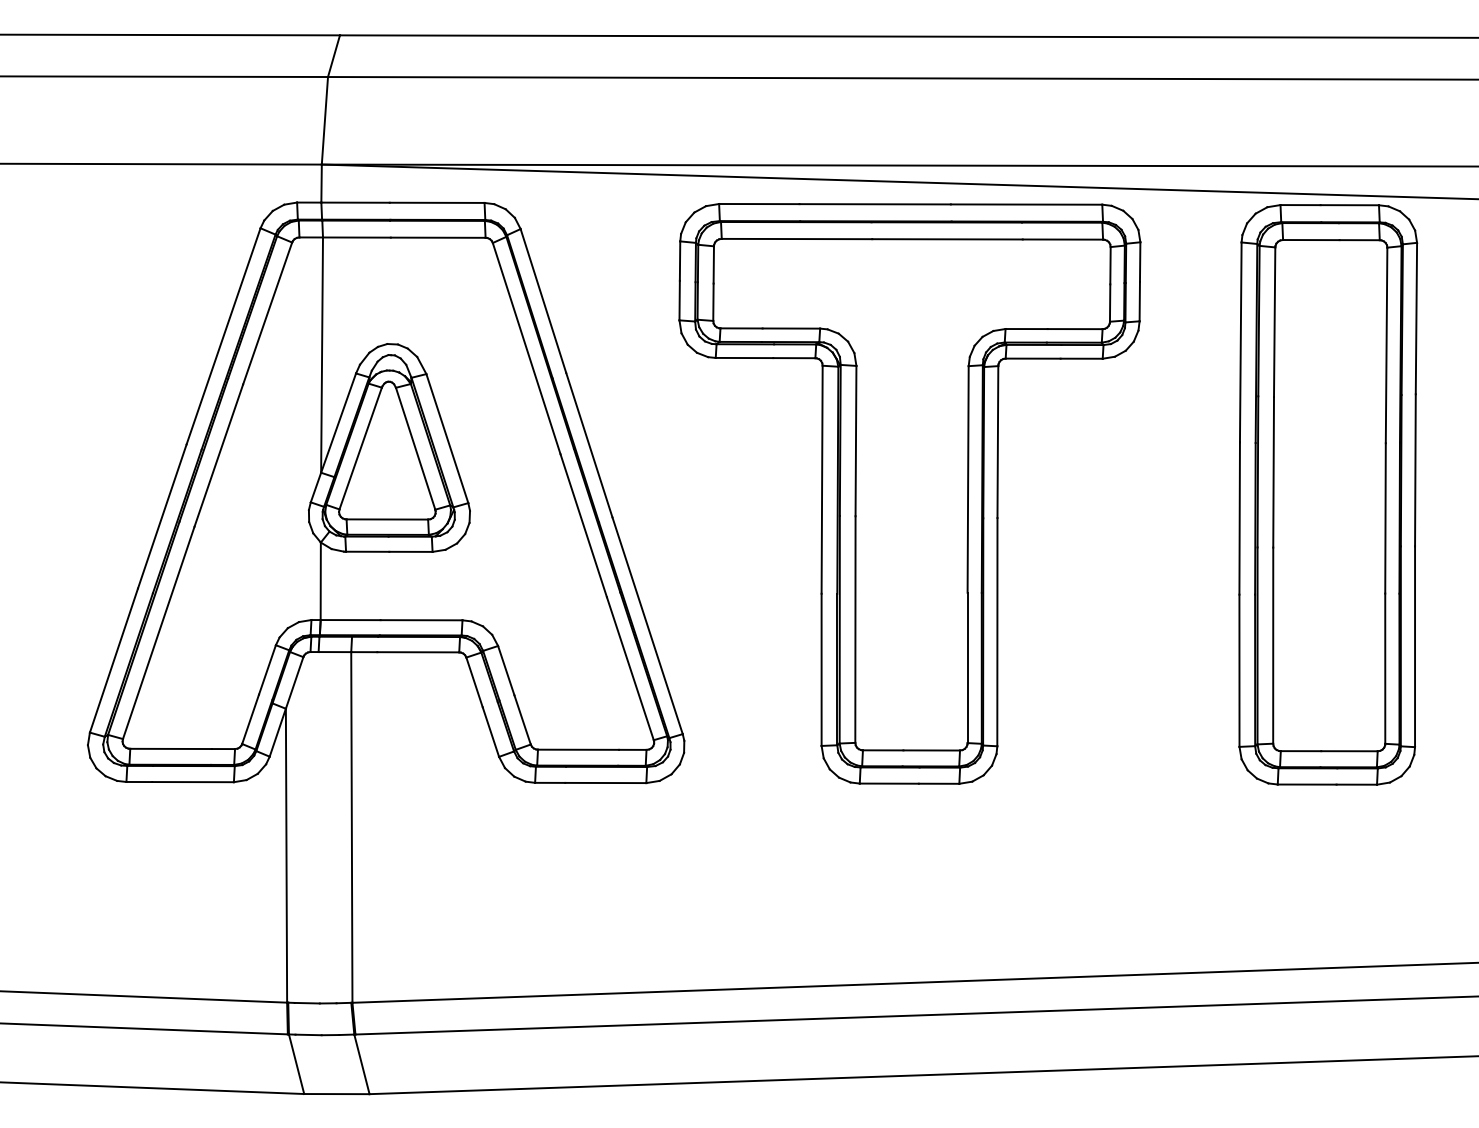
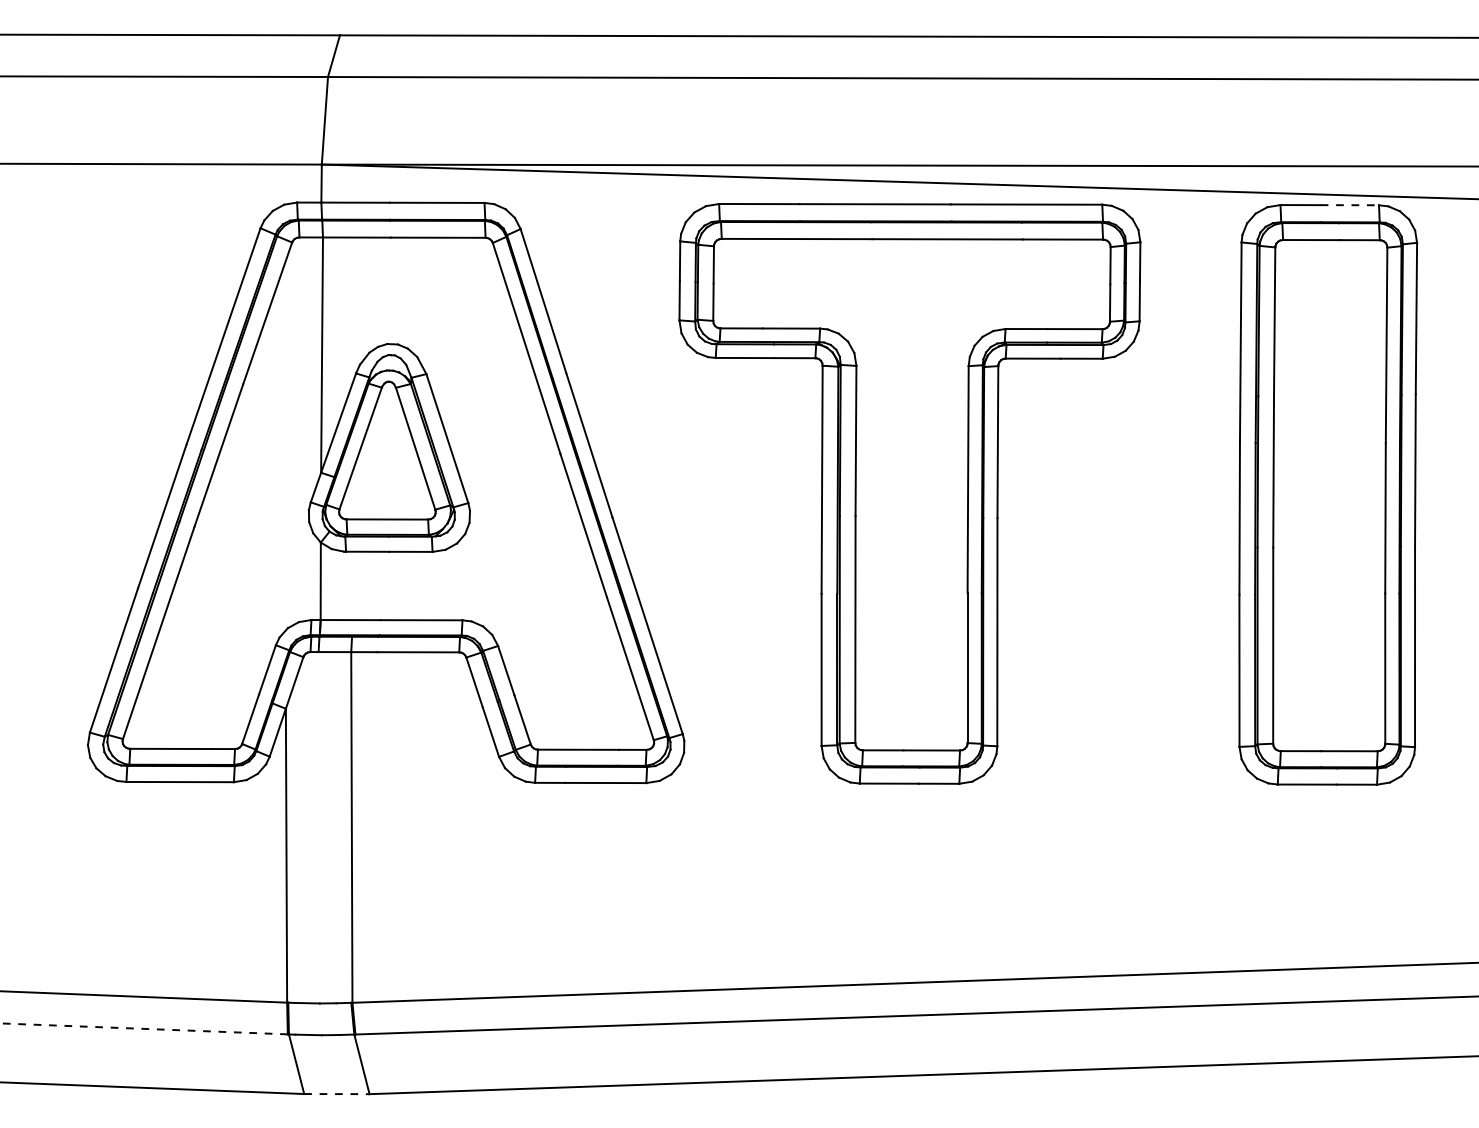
line at (1350, 205): solid -> dashed
line at (143, 1028): solid -> dashed
line at (336, 1094): solid -> dashed
